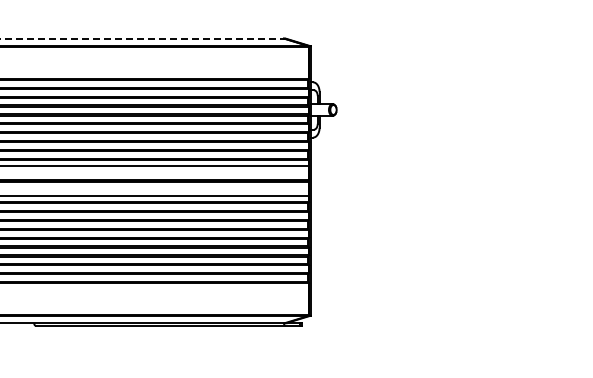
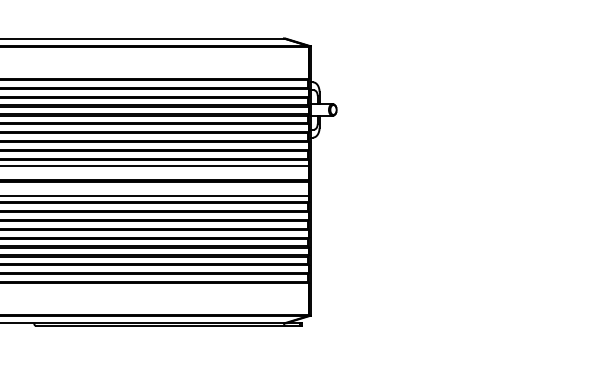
line at (142, 38): dashed -> solid
